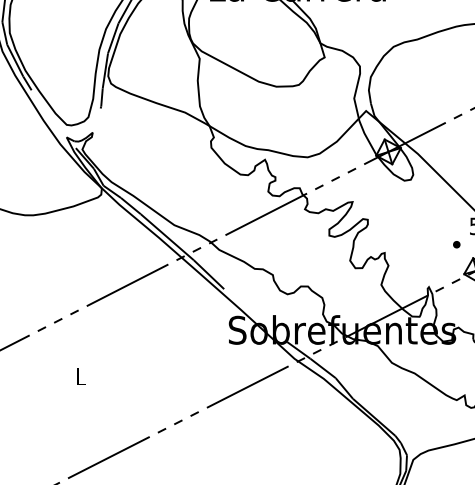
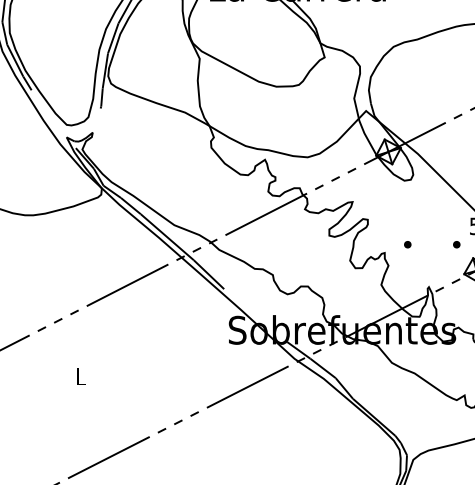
part at (407, 244): none -> present
